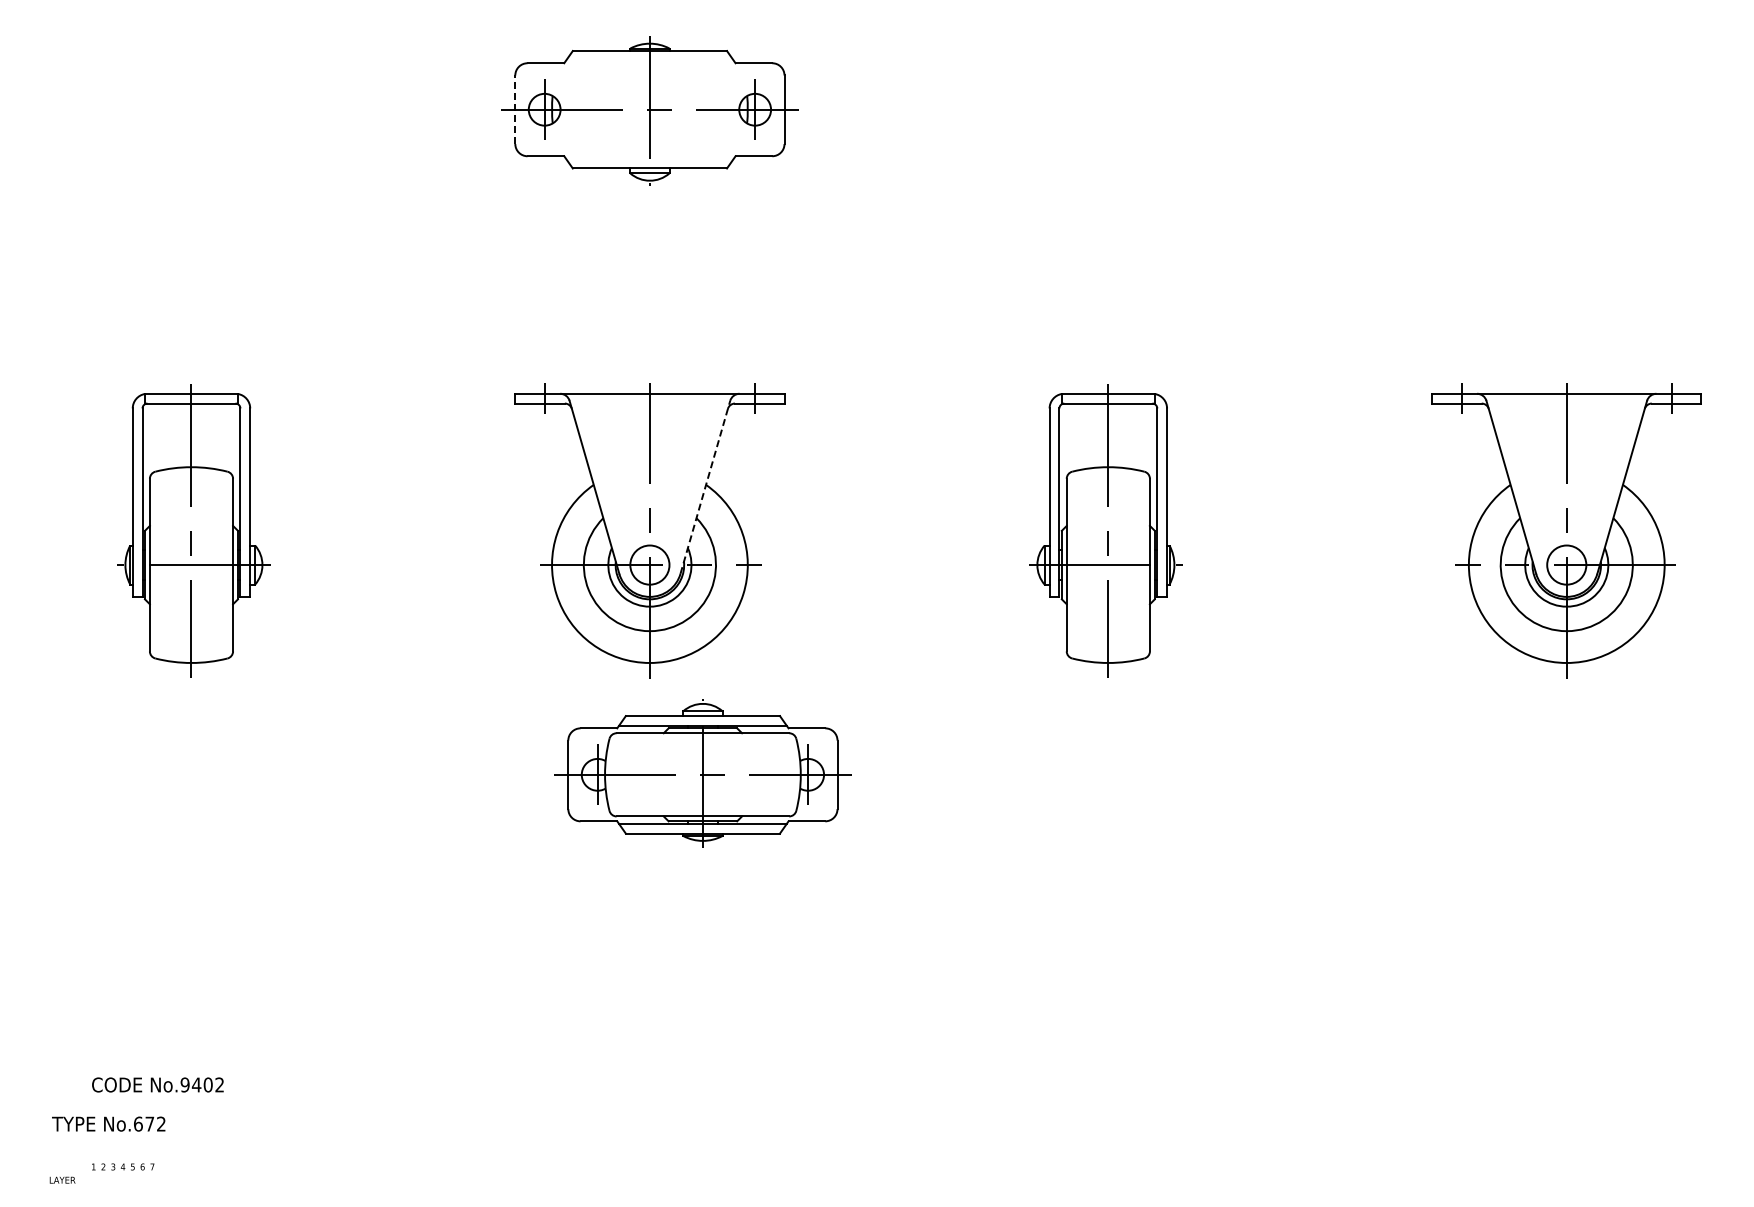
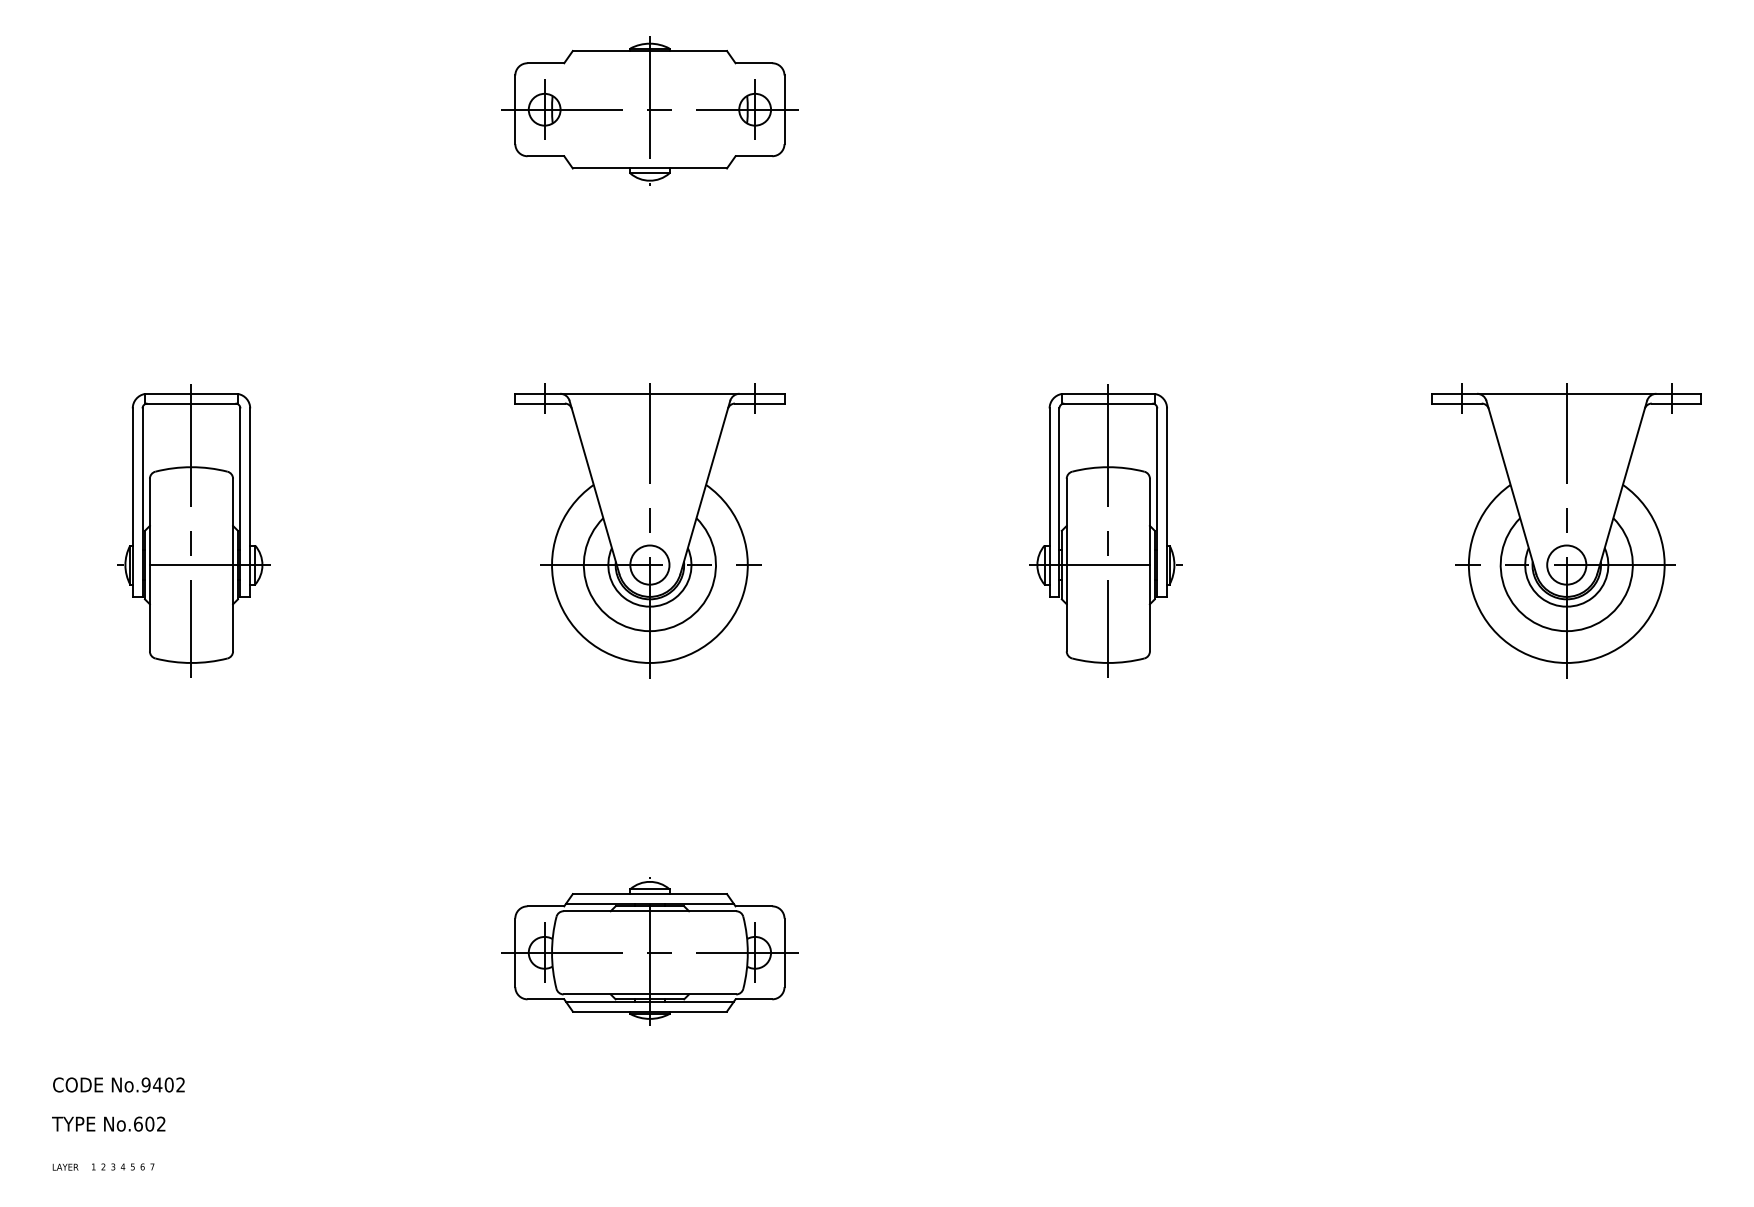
line at (515, 109): dashed -> solid
line at (705, 486): dashed -> solid
part at (702, 773) position: (702, 773) -> (649, 951)
text at (157, 1084) position: (157, 1084) -> (118, 1084)
text at (149, 1123): No.672 -> No.602
text at (62, 1179) position: (62, 1179) -> (65, 1166)
